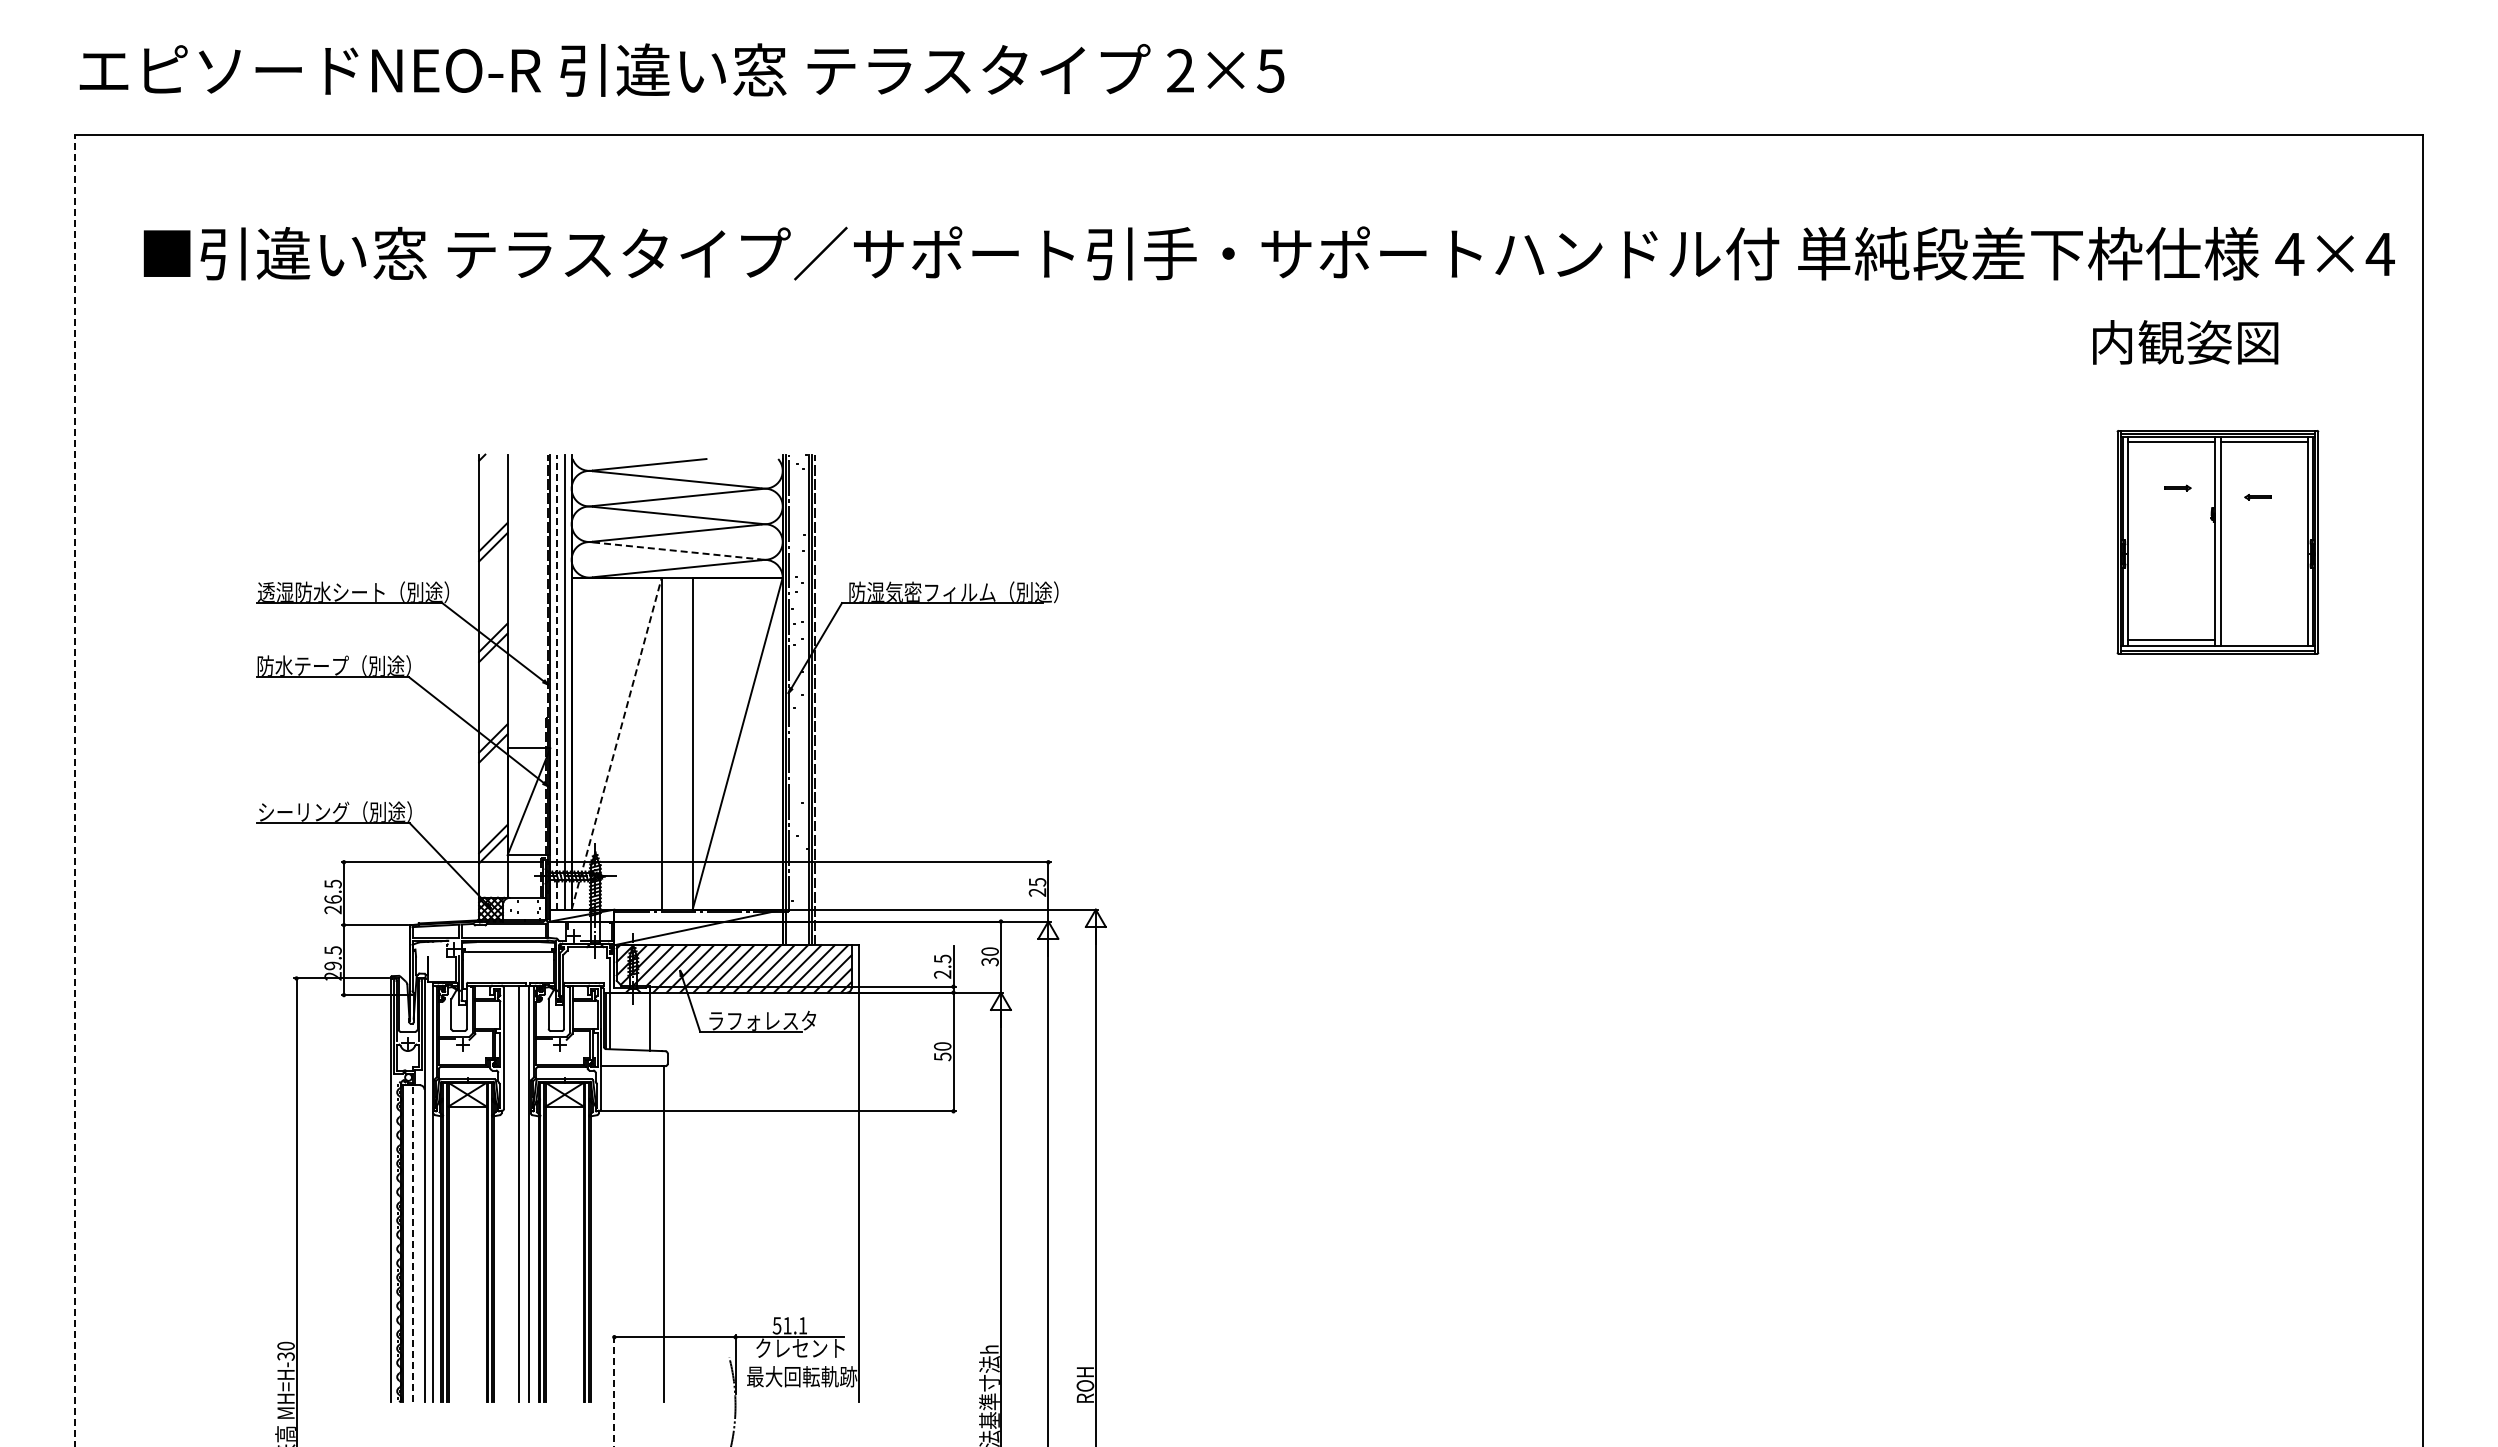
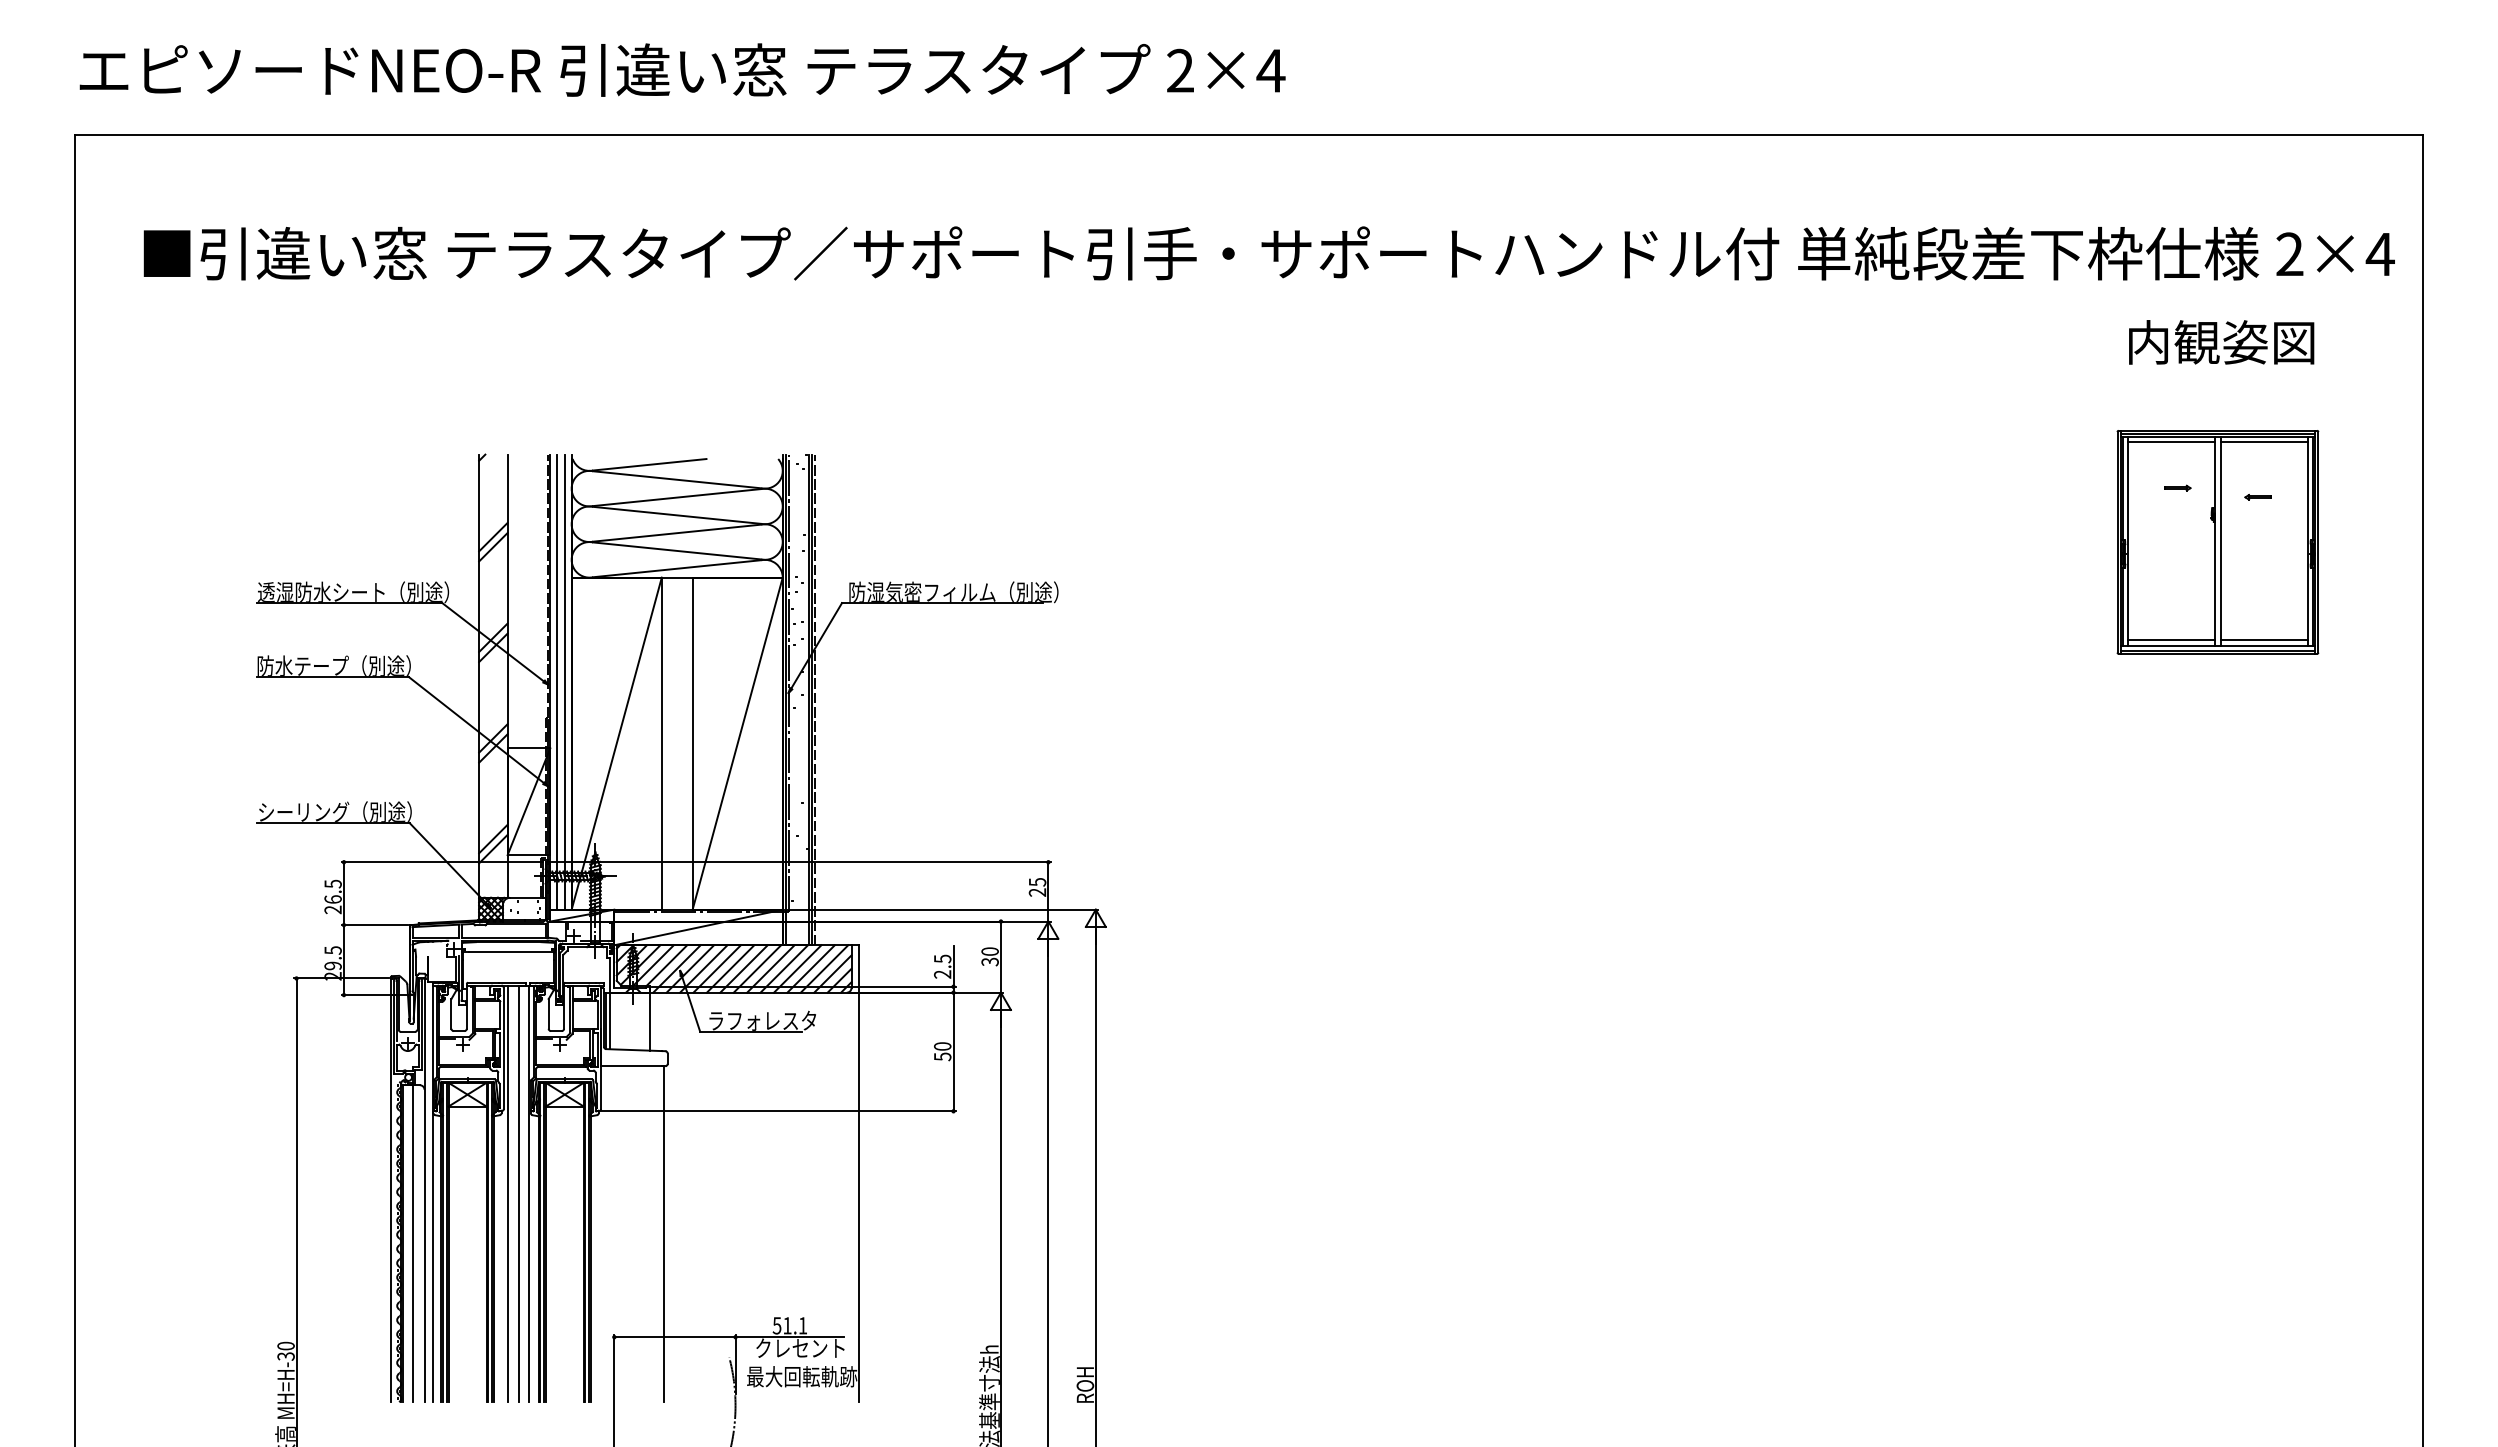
text at (1270, 70): 2×5 -> 2×4
text at (2289, 253): 4×4 -> 2×4
text at (2185, 342) position: (2185, 342) -> (2221, 342)
line at (677, 550): dashed -> solid
line at (2263, 640): none -> present
line at (557, 682): dashed -> solid
line at (616, 743): dashed -> solid
line at (74, 790): dashed -> solid
line at (508, 1193): none -> present
line at (413, 1243): dashed -> solid
line at (614, 1390): dashed -> solid
